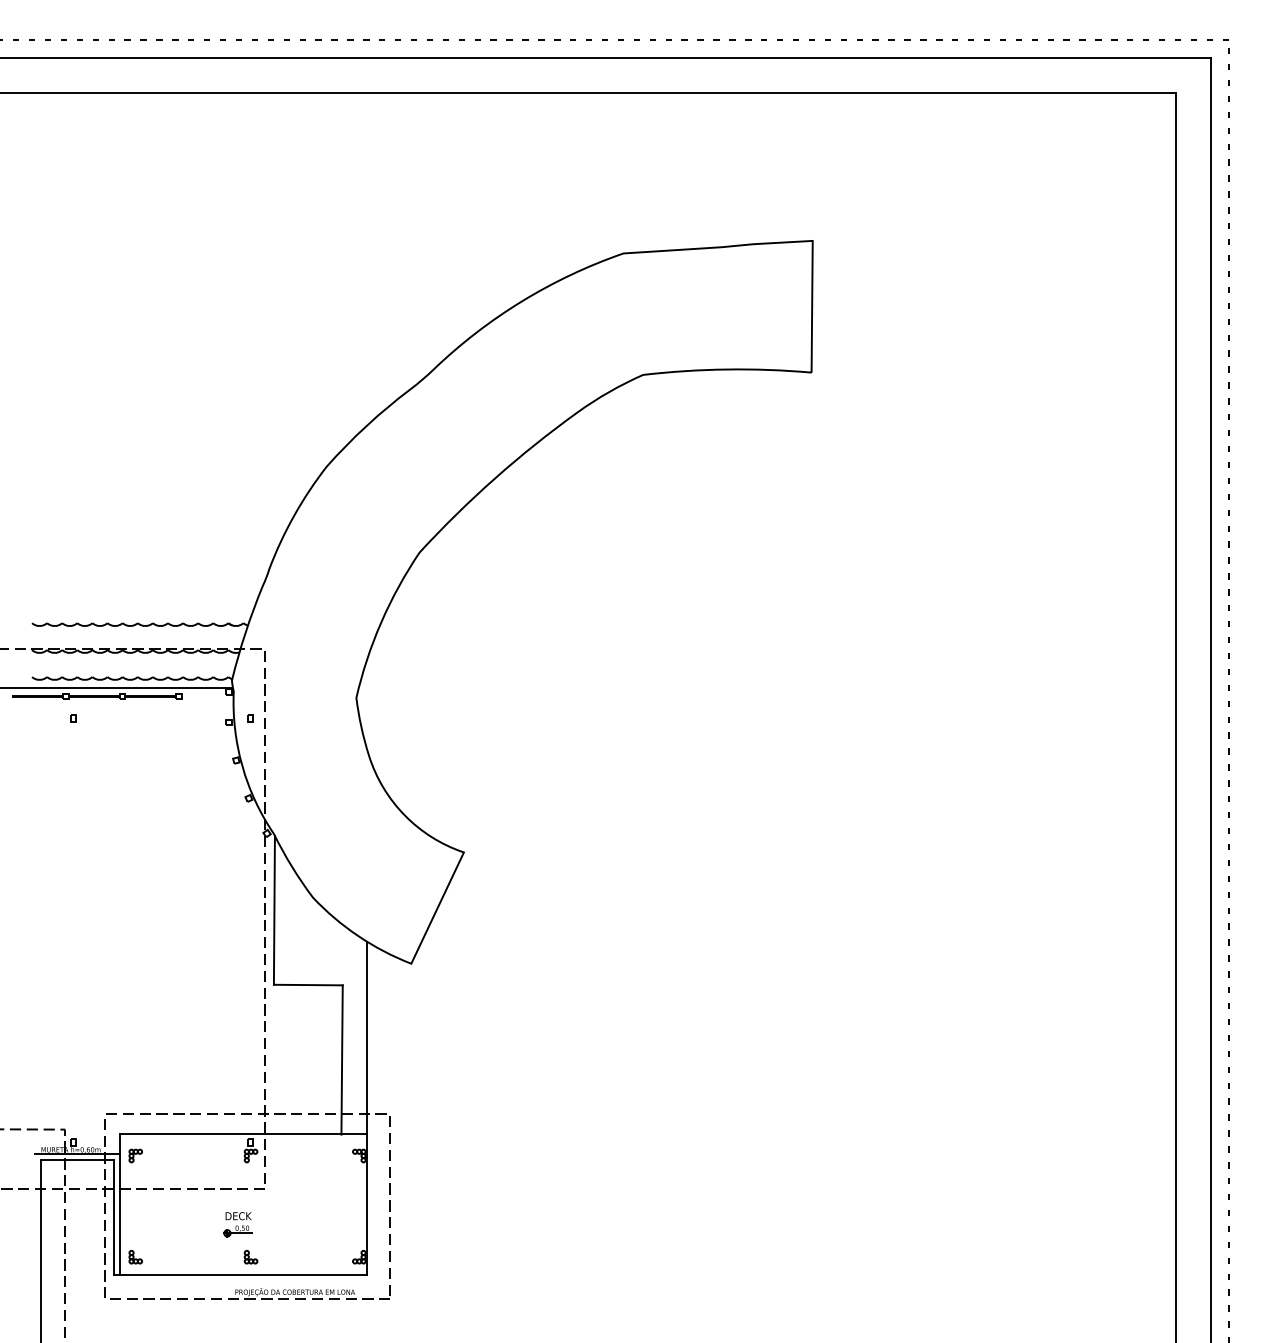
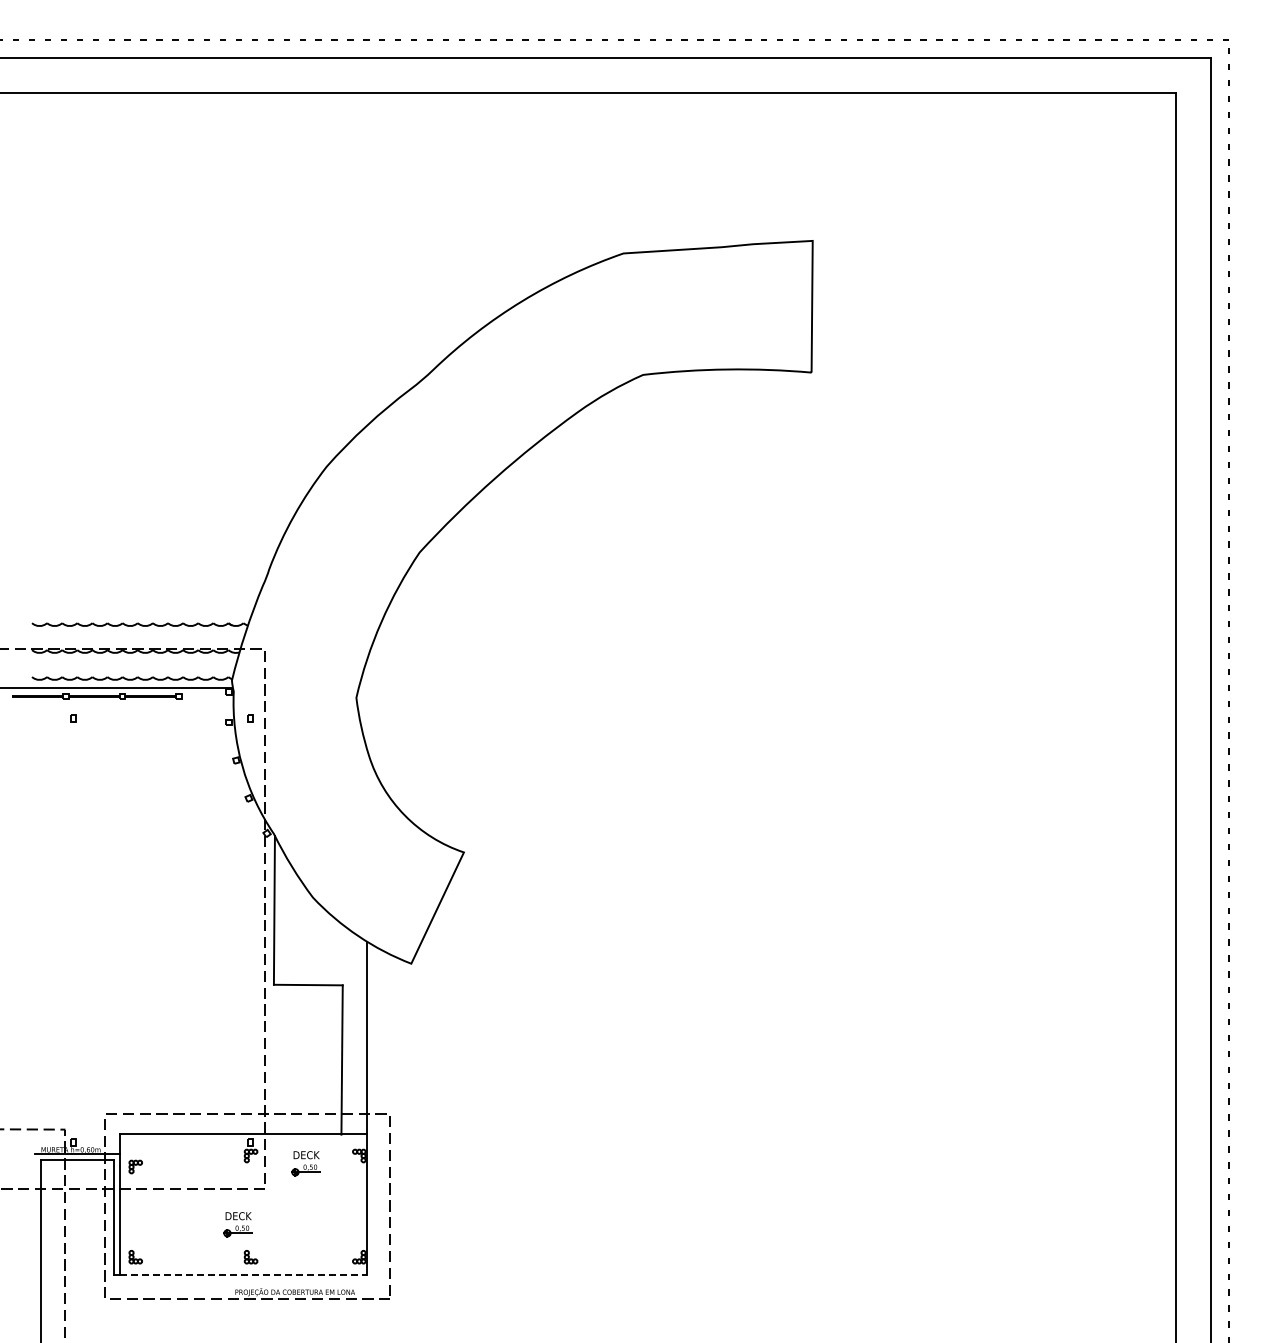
part at (135, 1155) position: (135, 1155) -> (135, 1166)
part at (305, 1163): none -> present
line at (243, 1275): solid -> dashed
